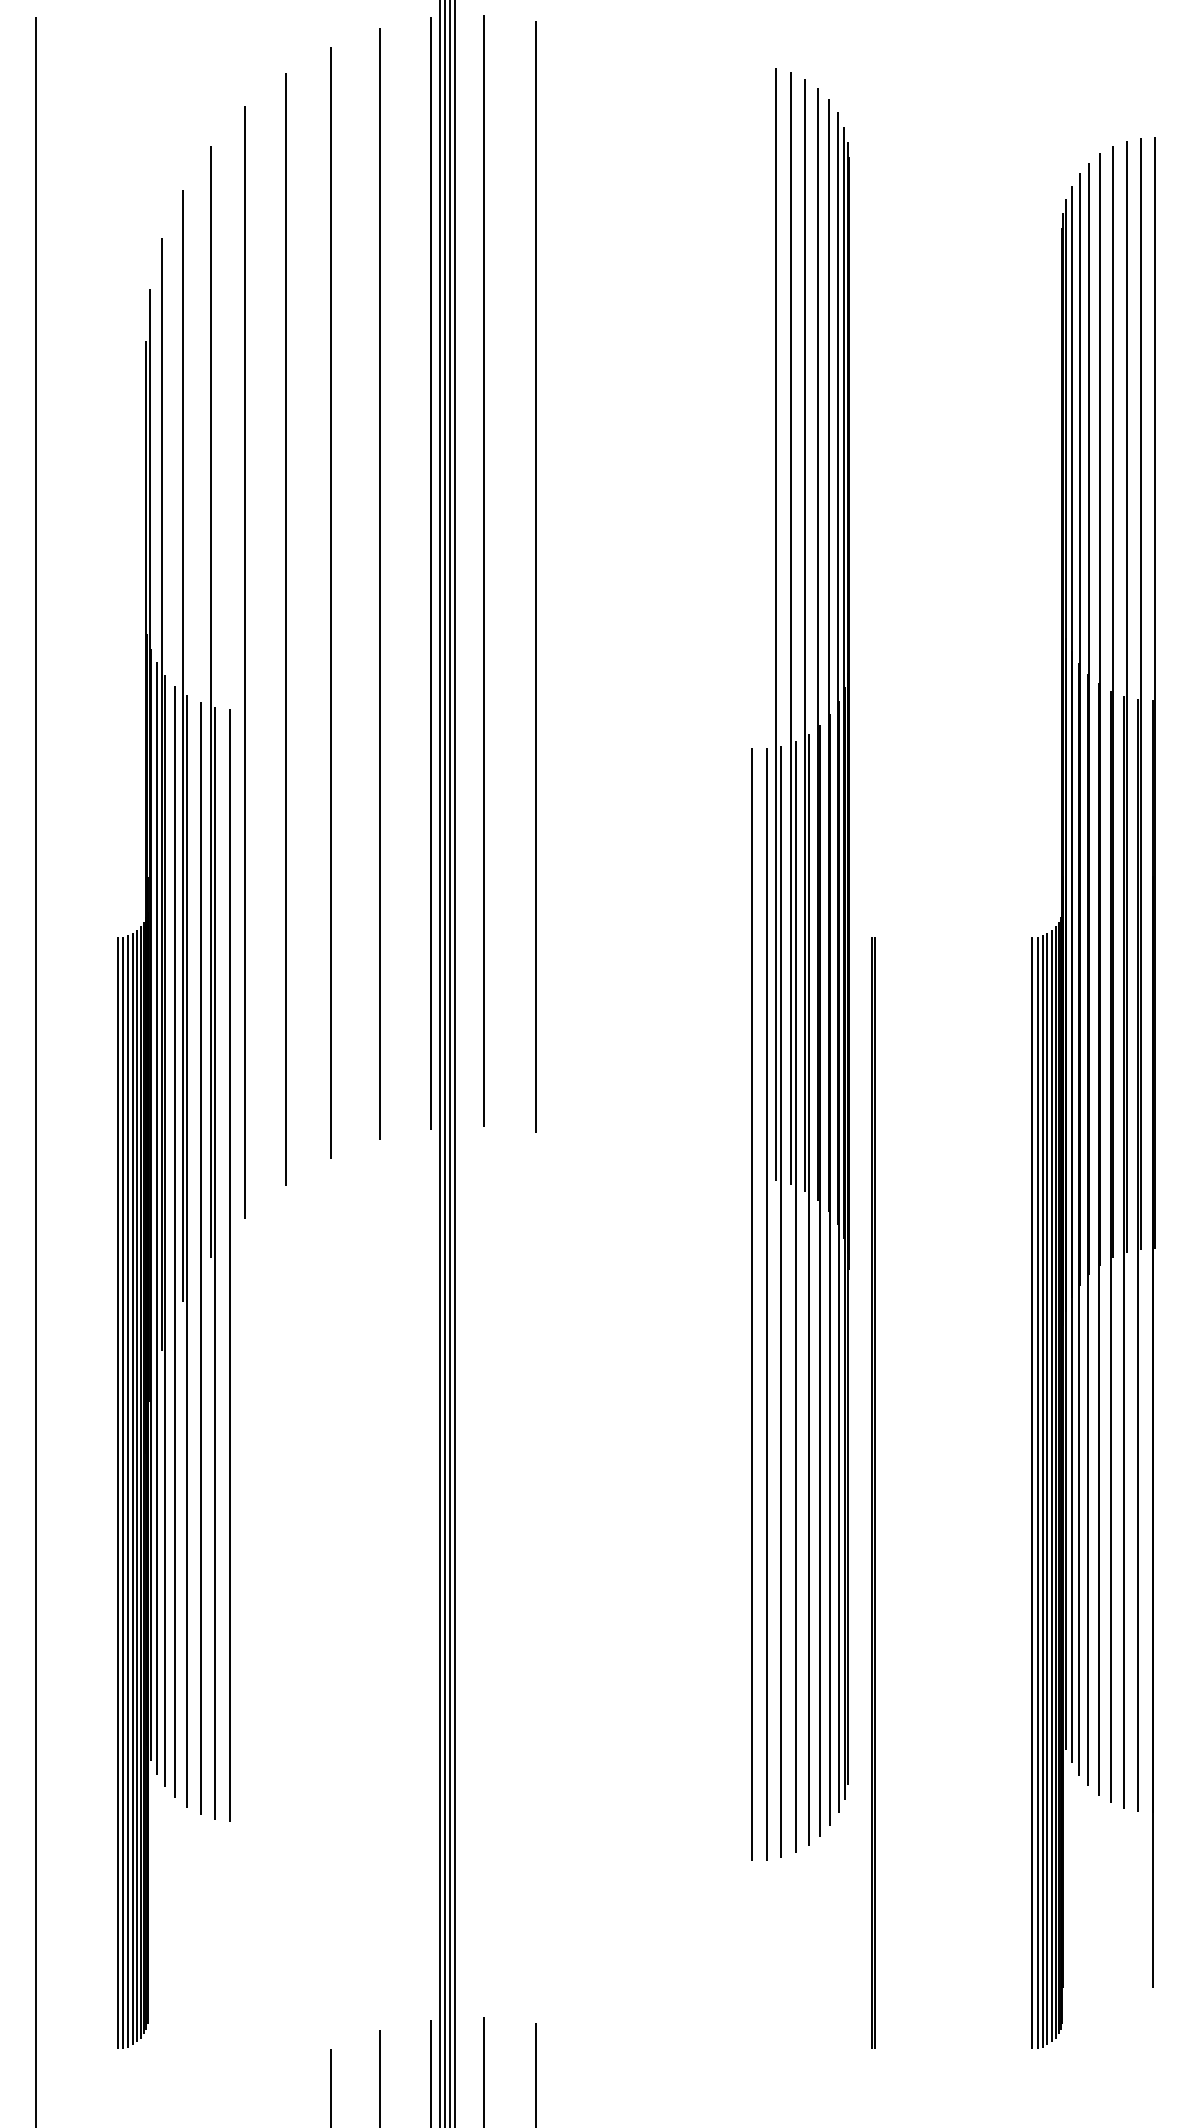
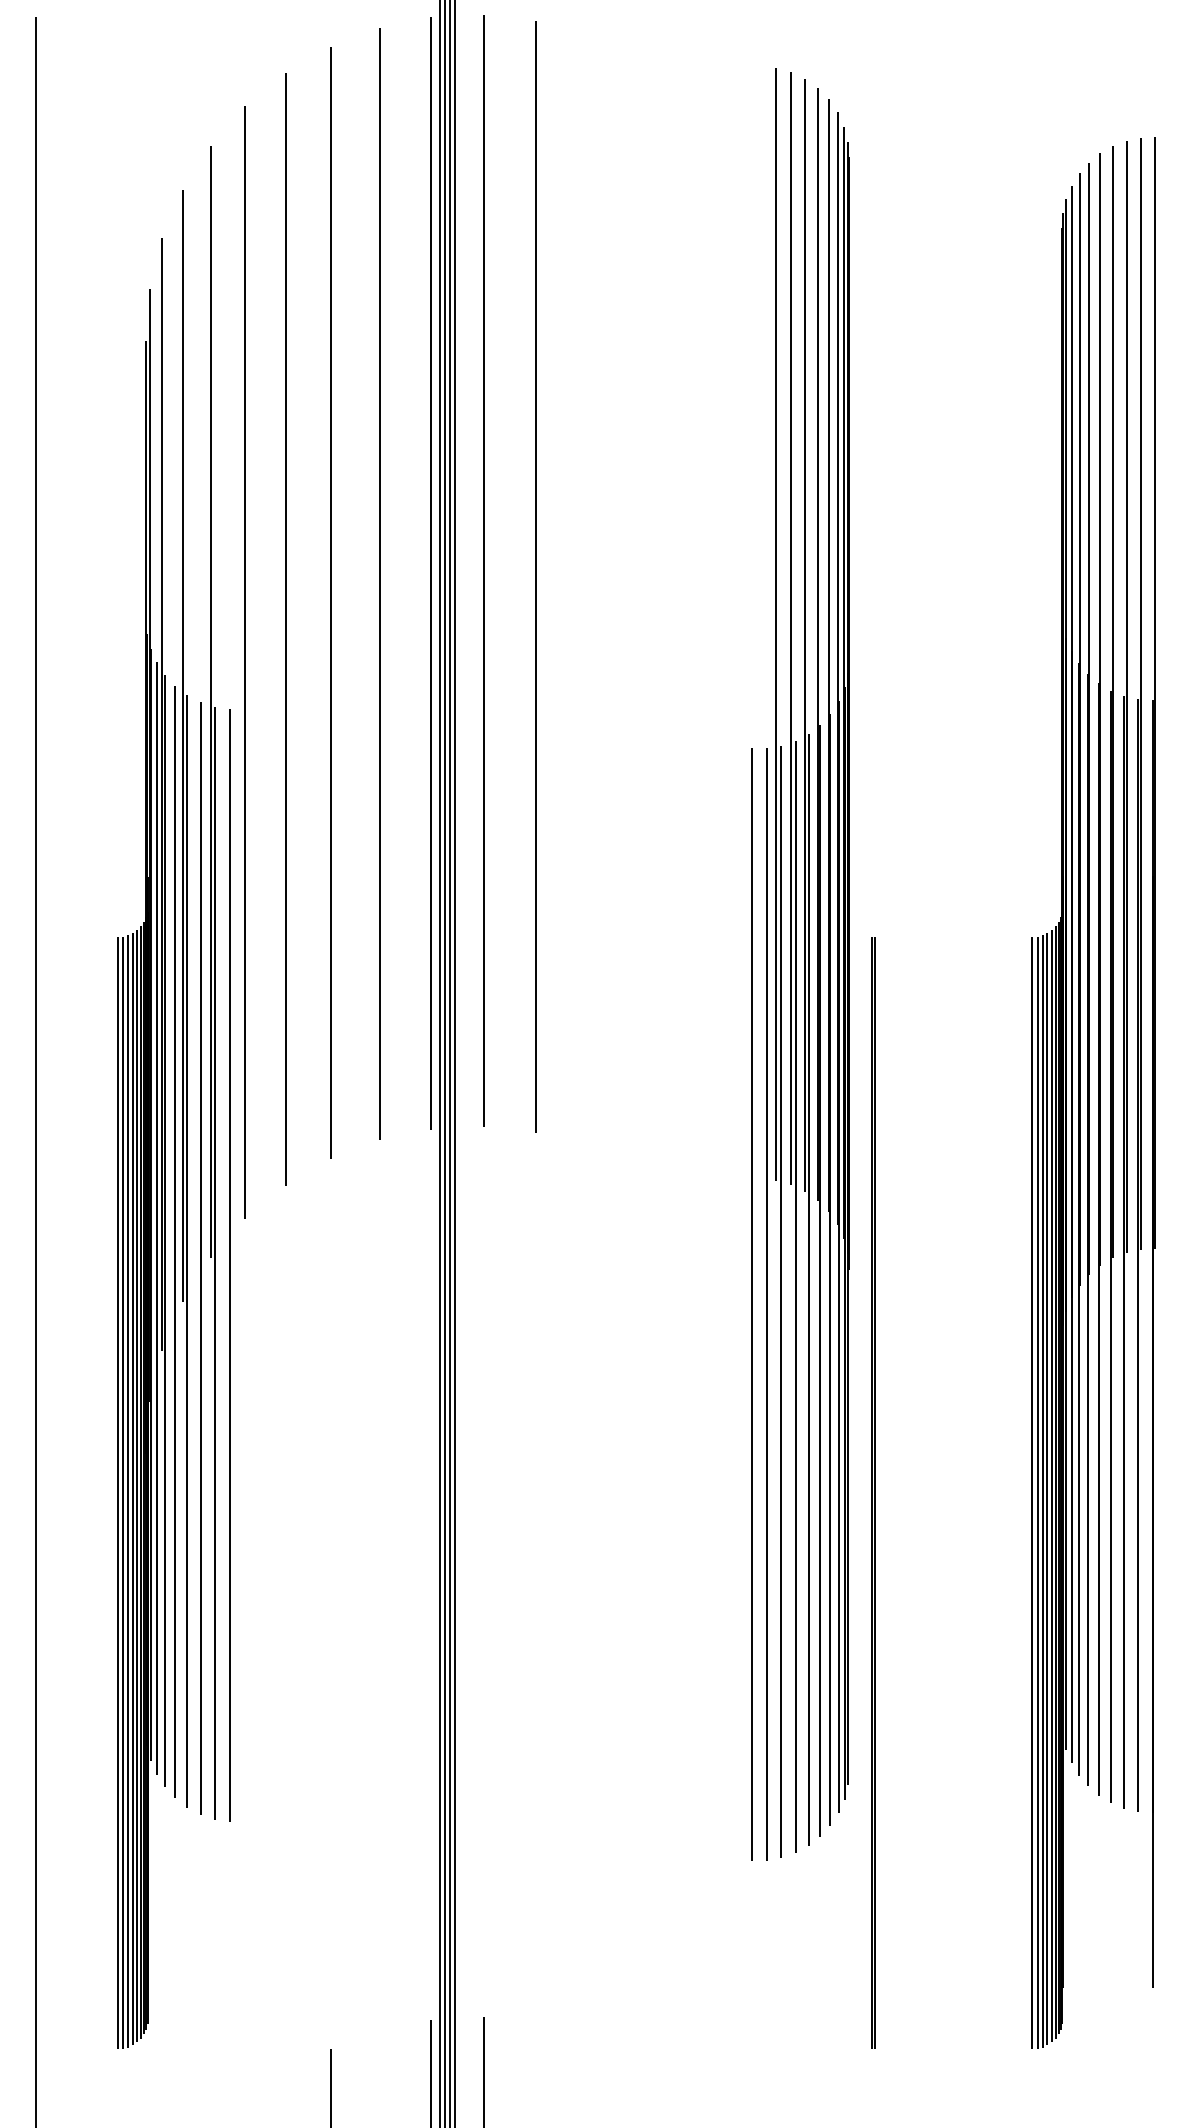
line at (535, 2073): present -> none
line at (380, 2077): present -> none
